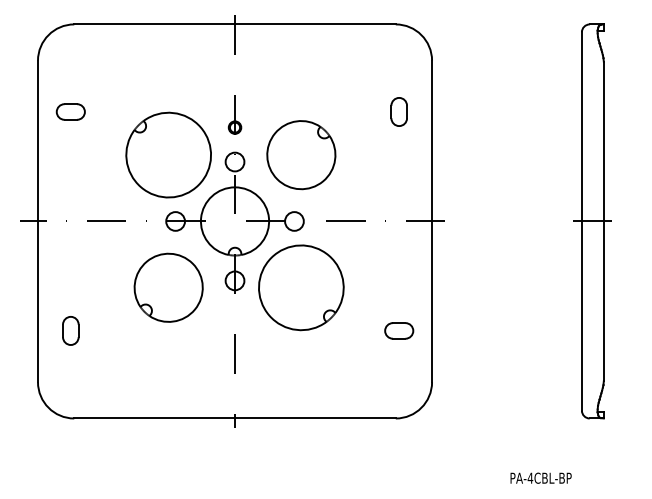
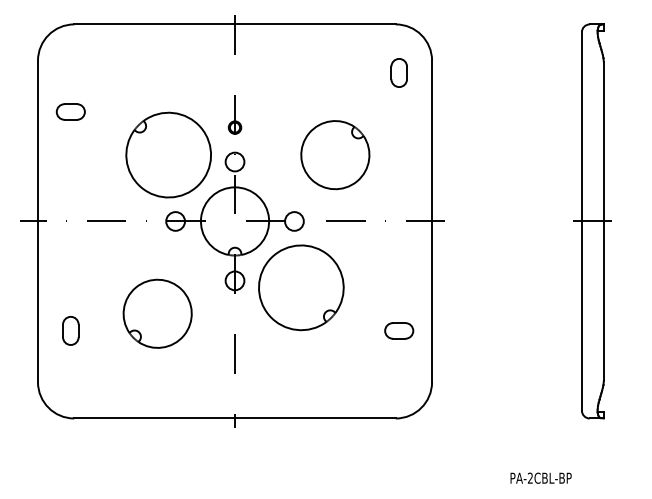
part at (398, 111) position: (398, 111) -> (398, 72)
part at (301, 155) position: (301, 155) -> (335, 155)
part at (168, 287) position: (168, 287) -> (157, 313)
text at (530, 477): PA-4CBL-BP -> PA-2CBL-BP
